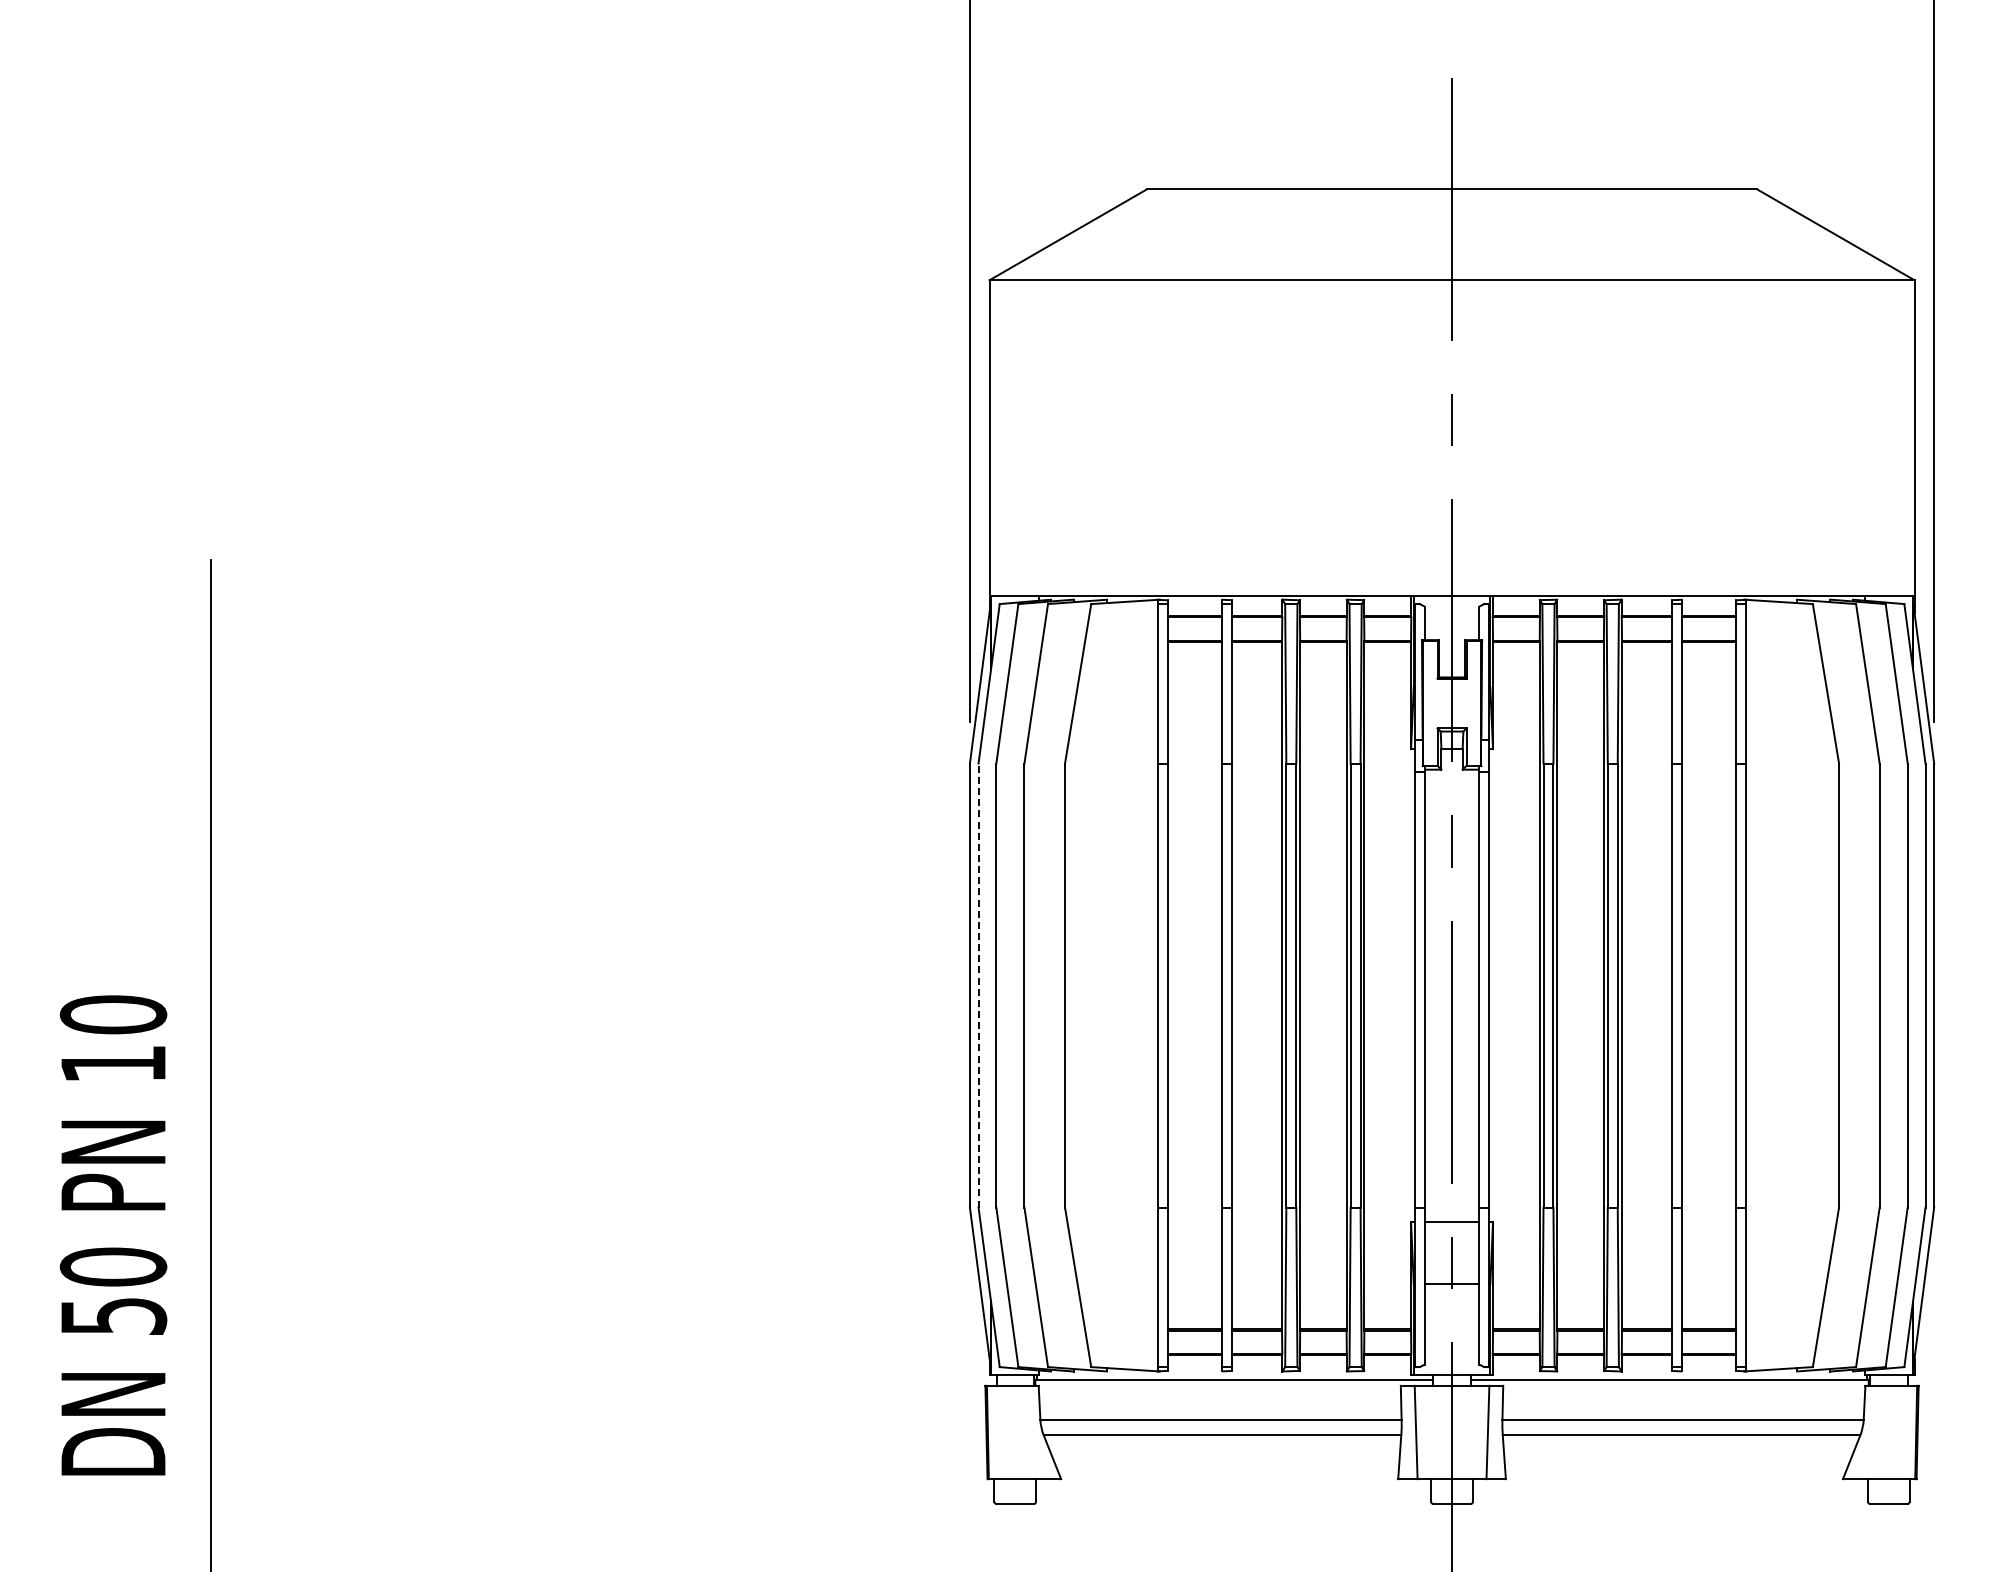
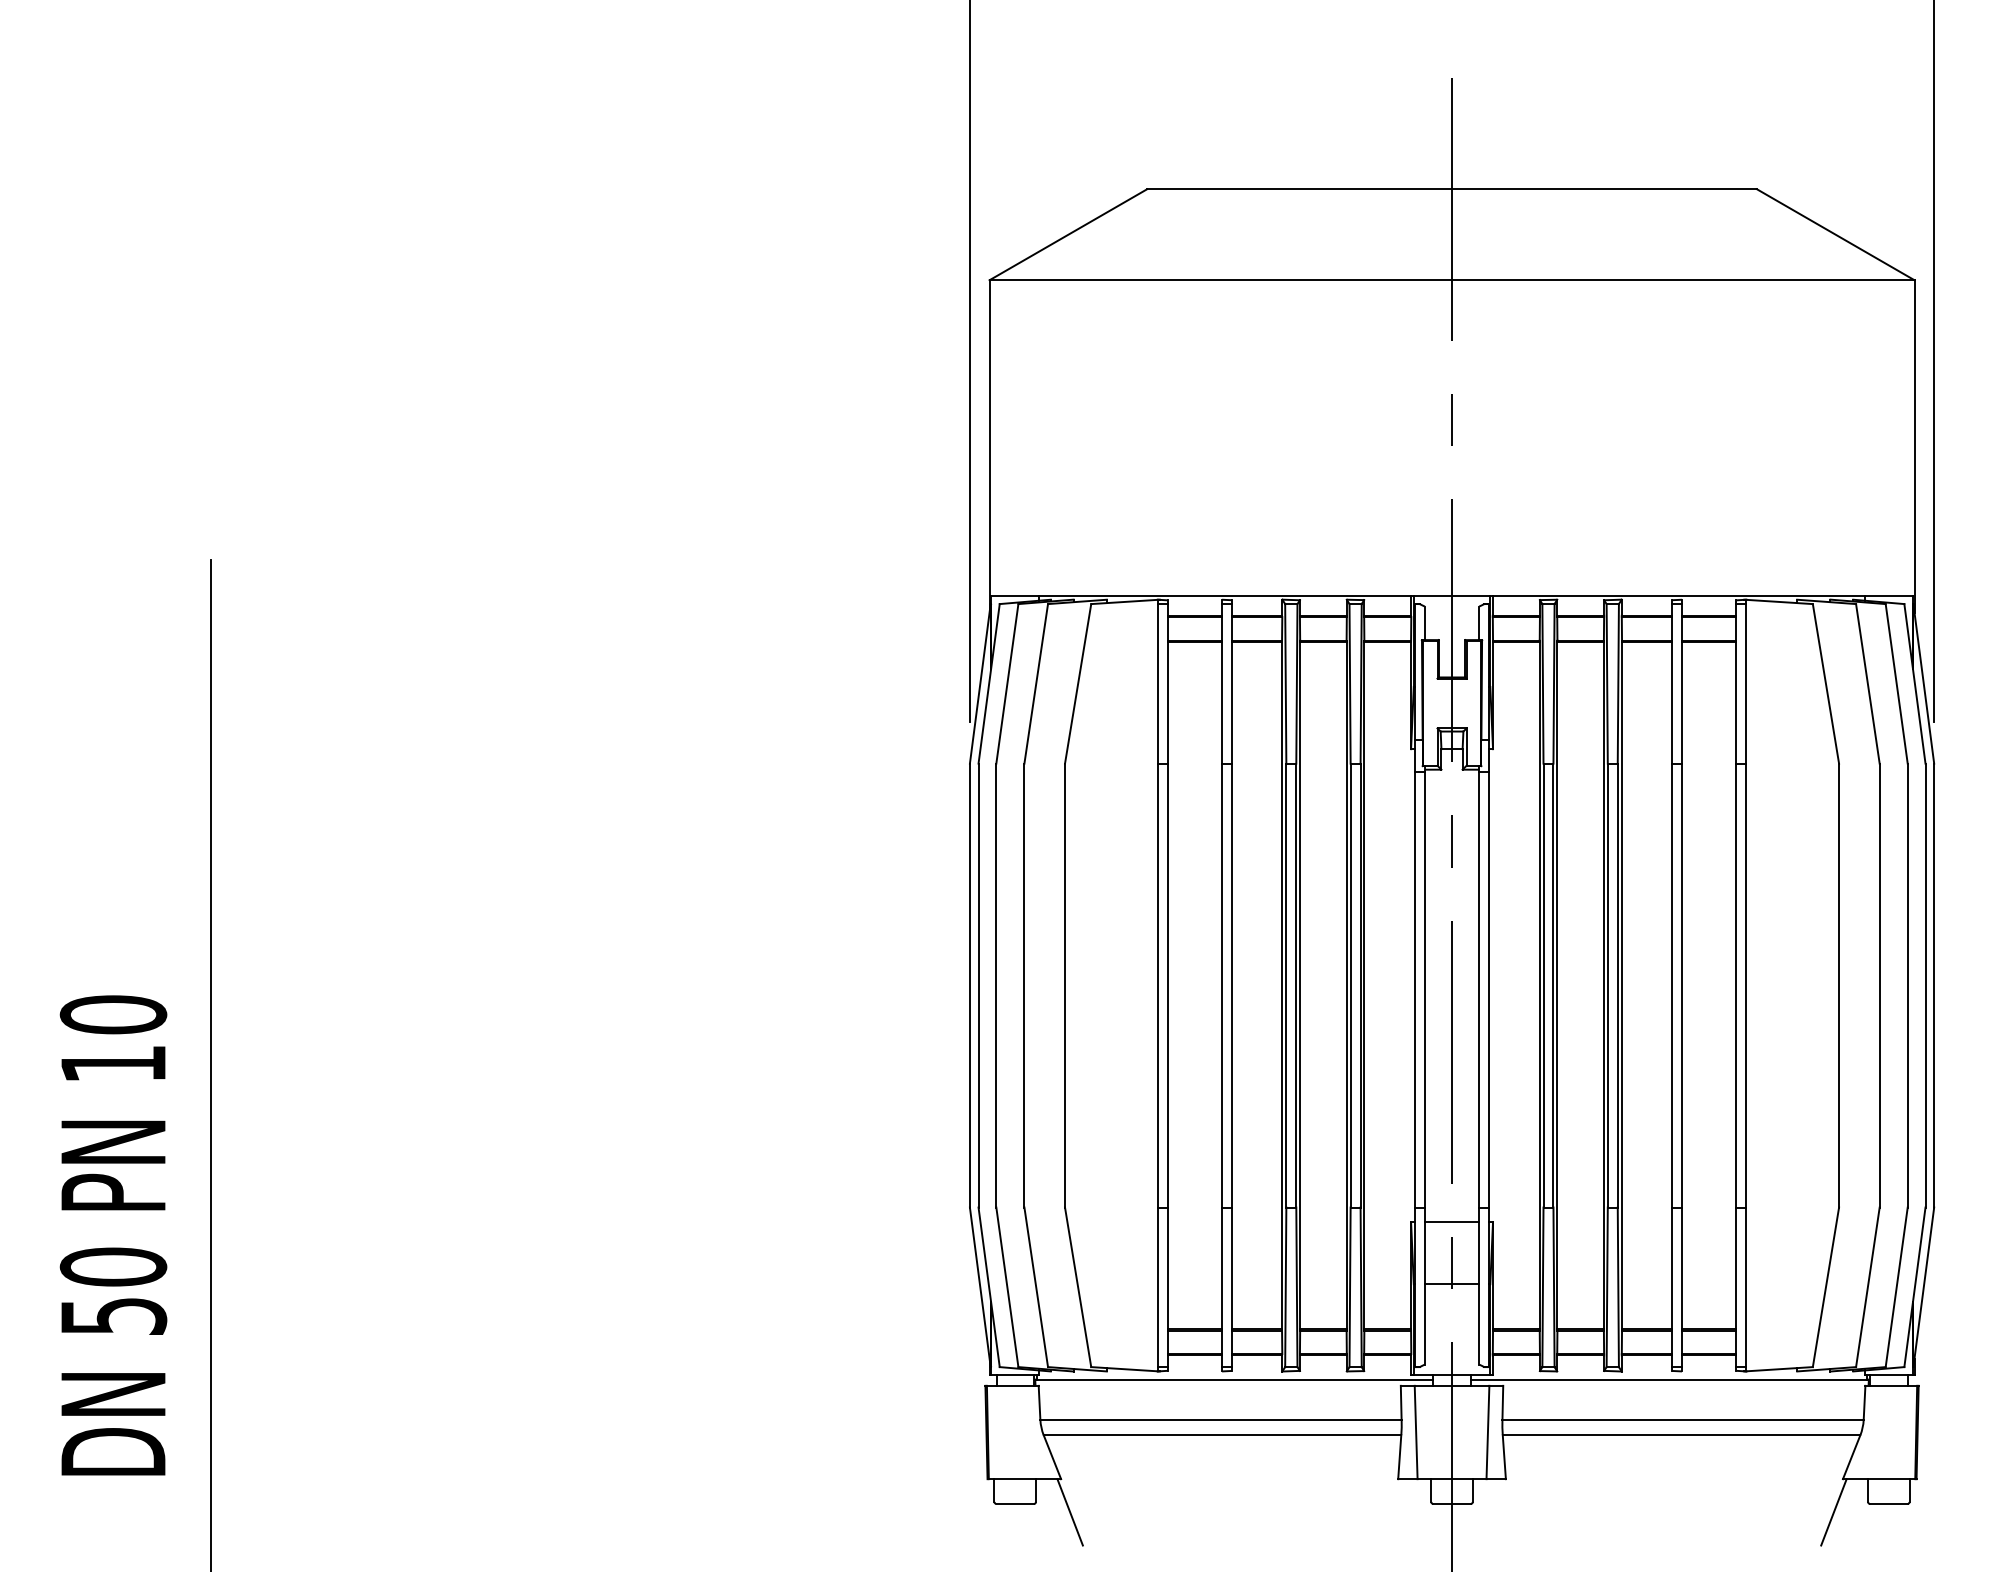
line at (978, 985): dashed -> solid
line at (1069, 1512): none -> present
line at (1833, 1512): none -> present
